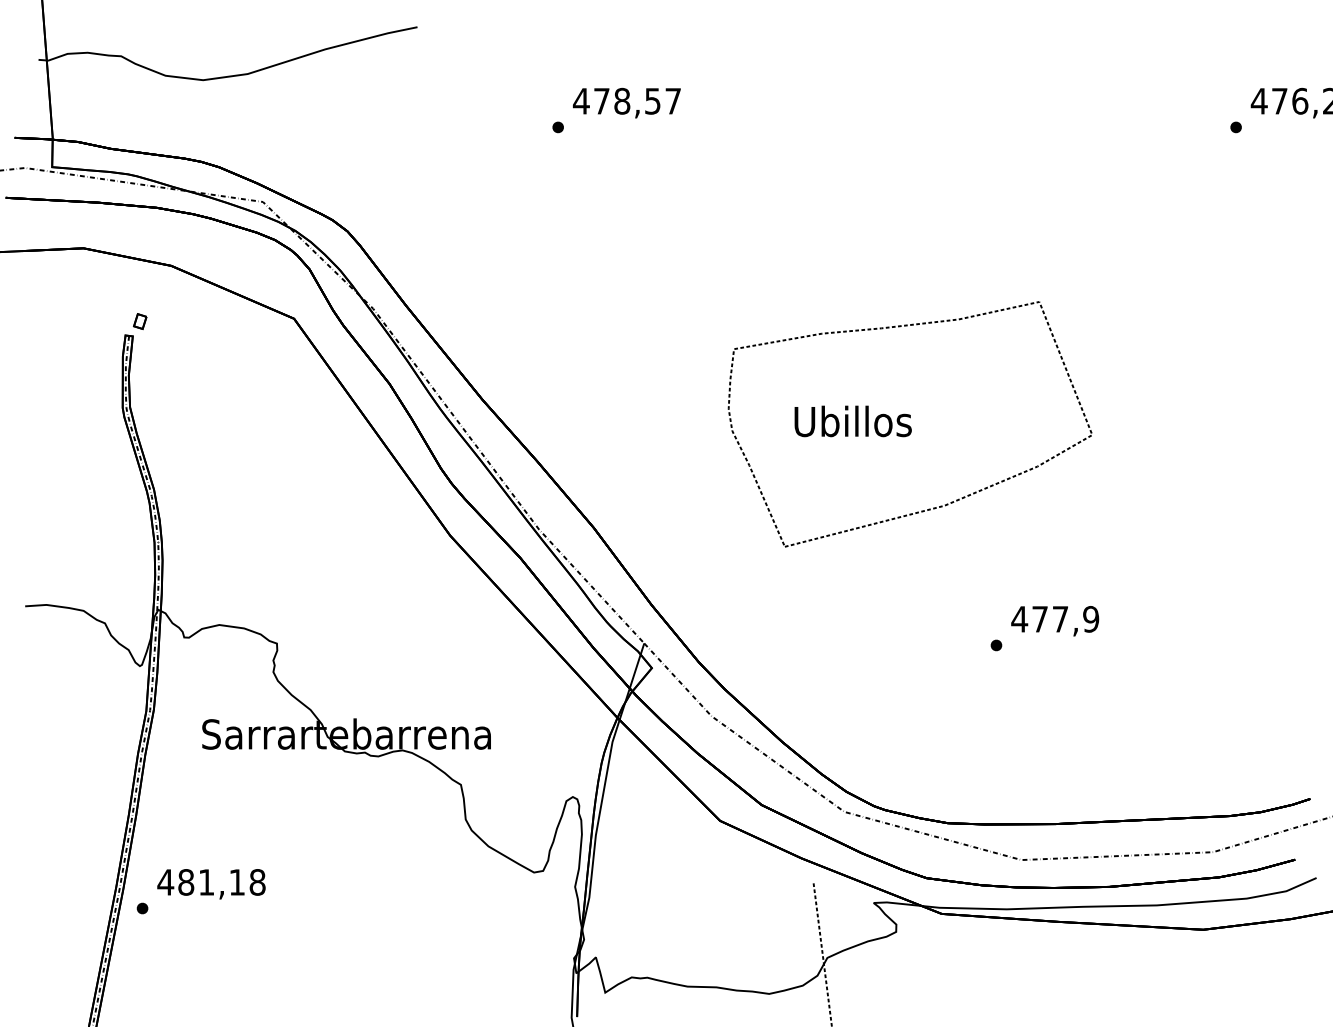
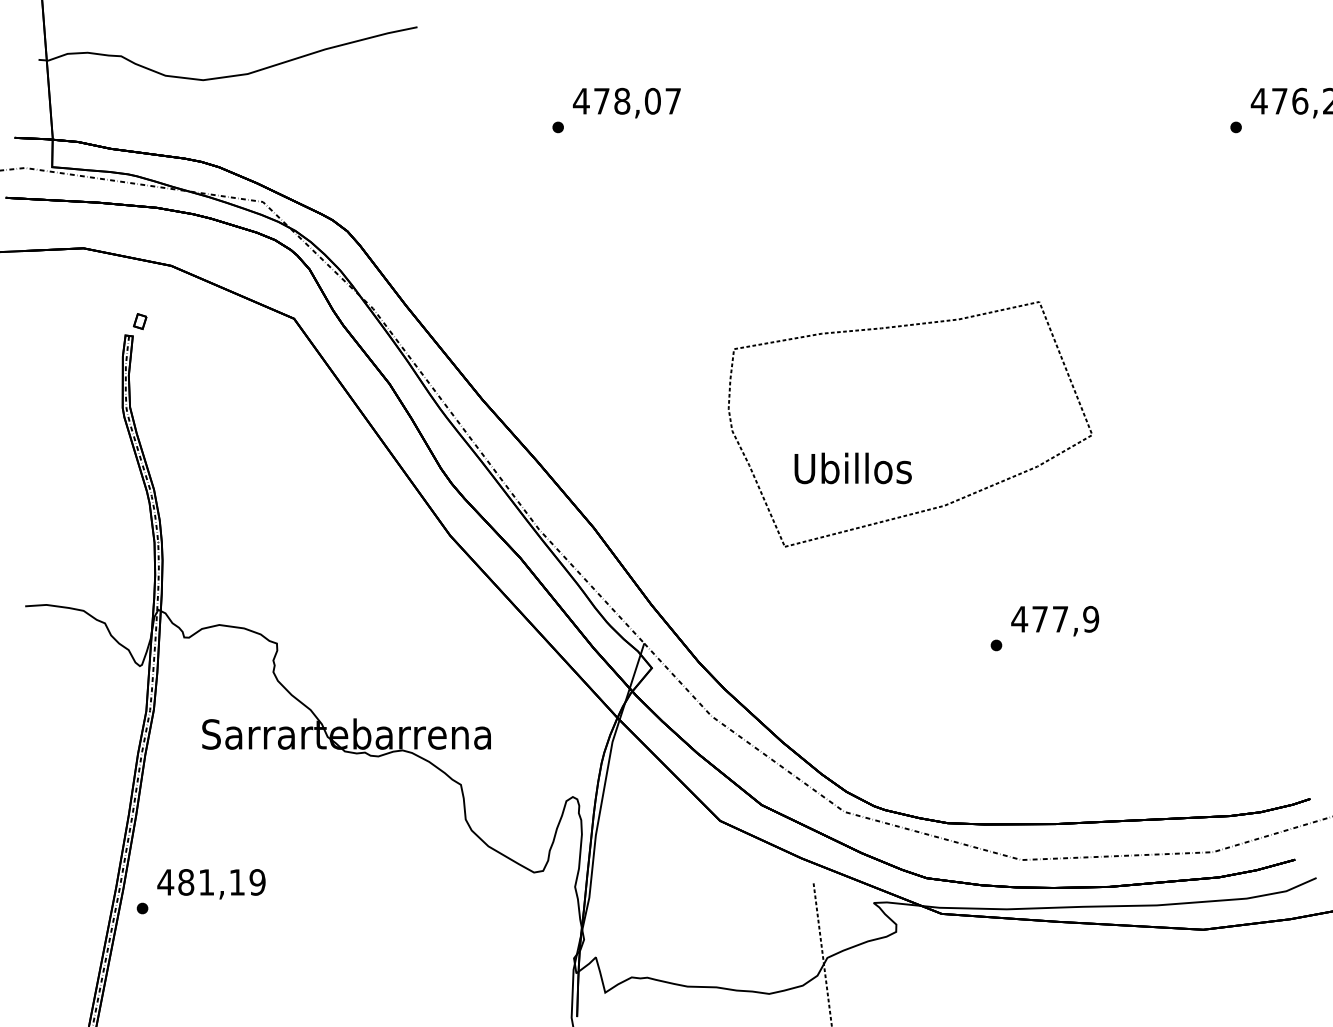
text at (652, 100): 478,57 -> 478,07
text at (852, 421) position: (852, 421) -> (852, 468)
text at (257, 882): 481,18 -> 481,19
